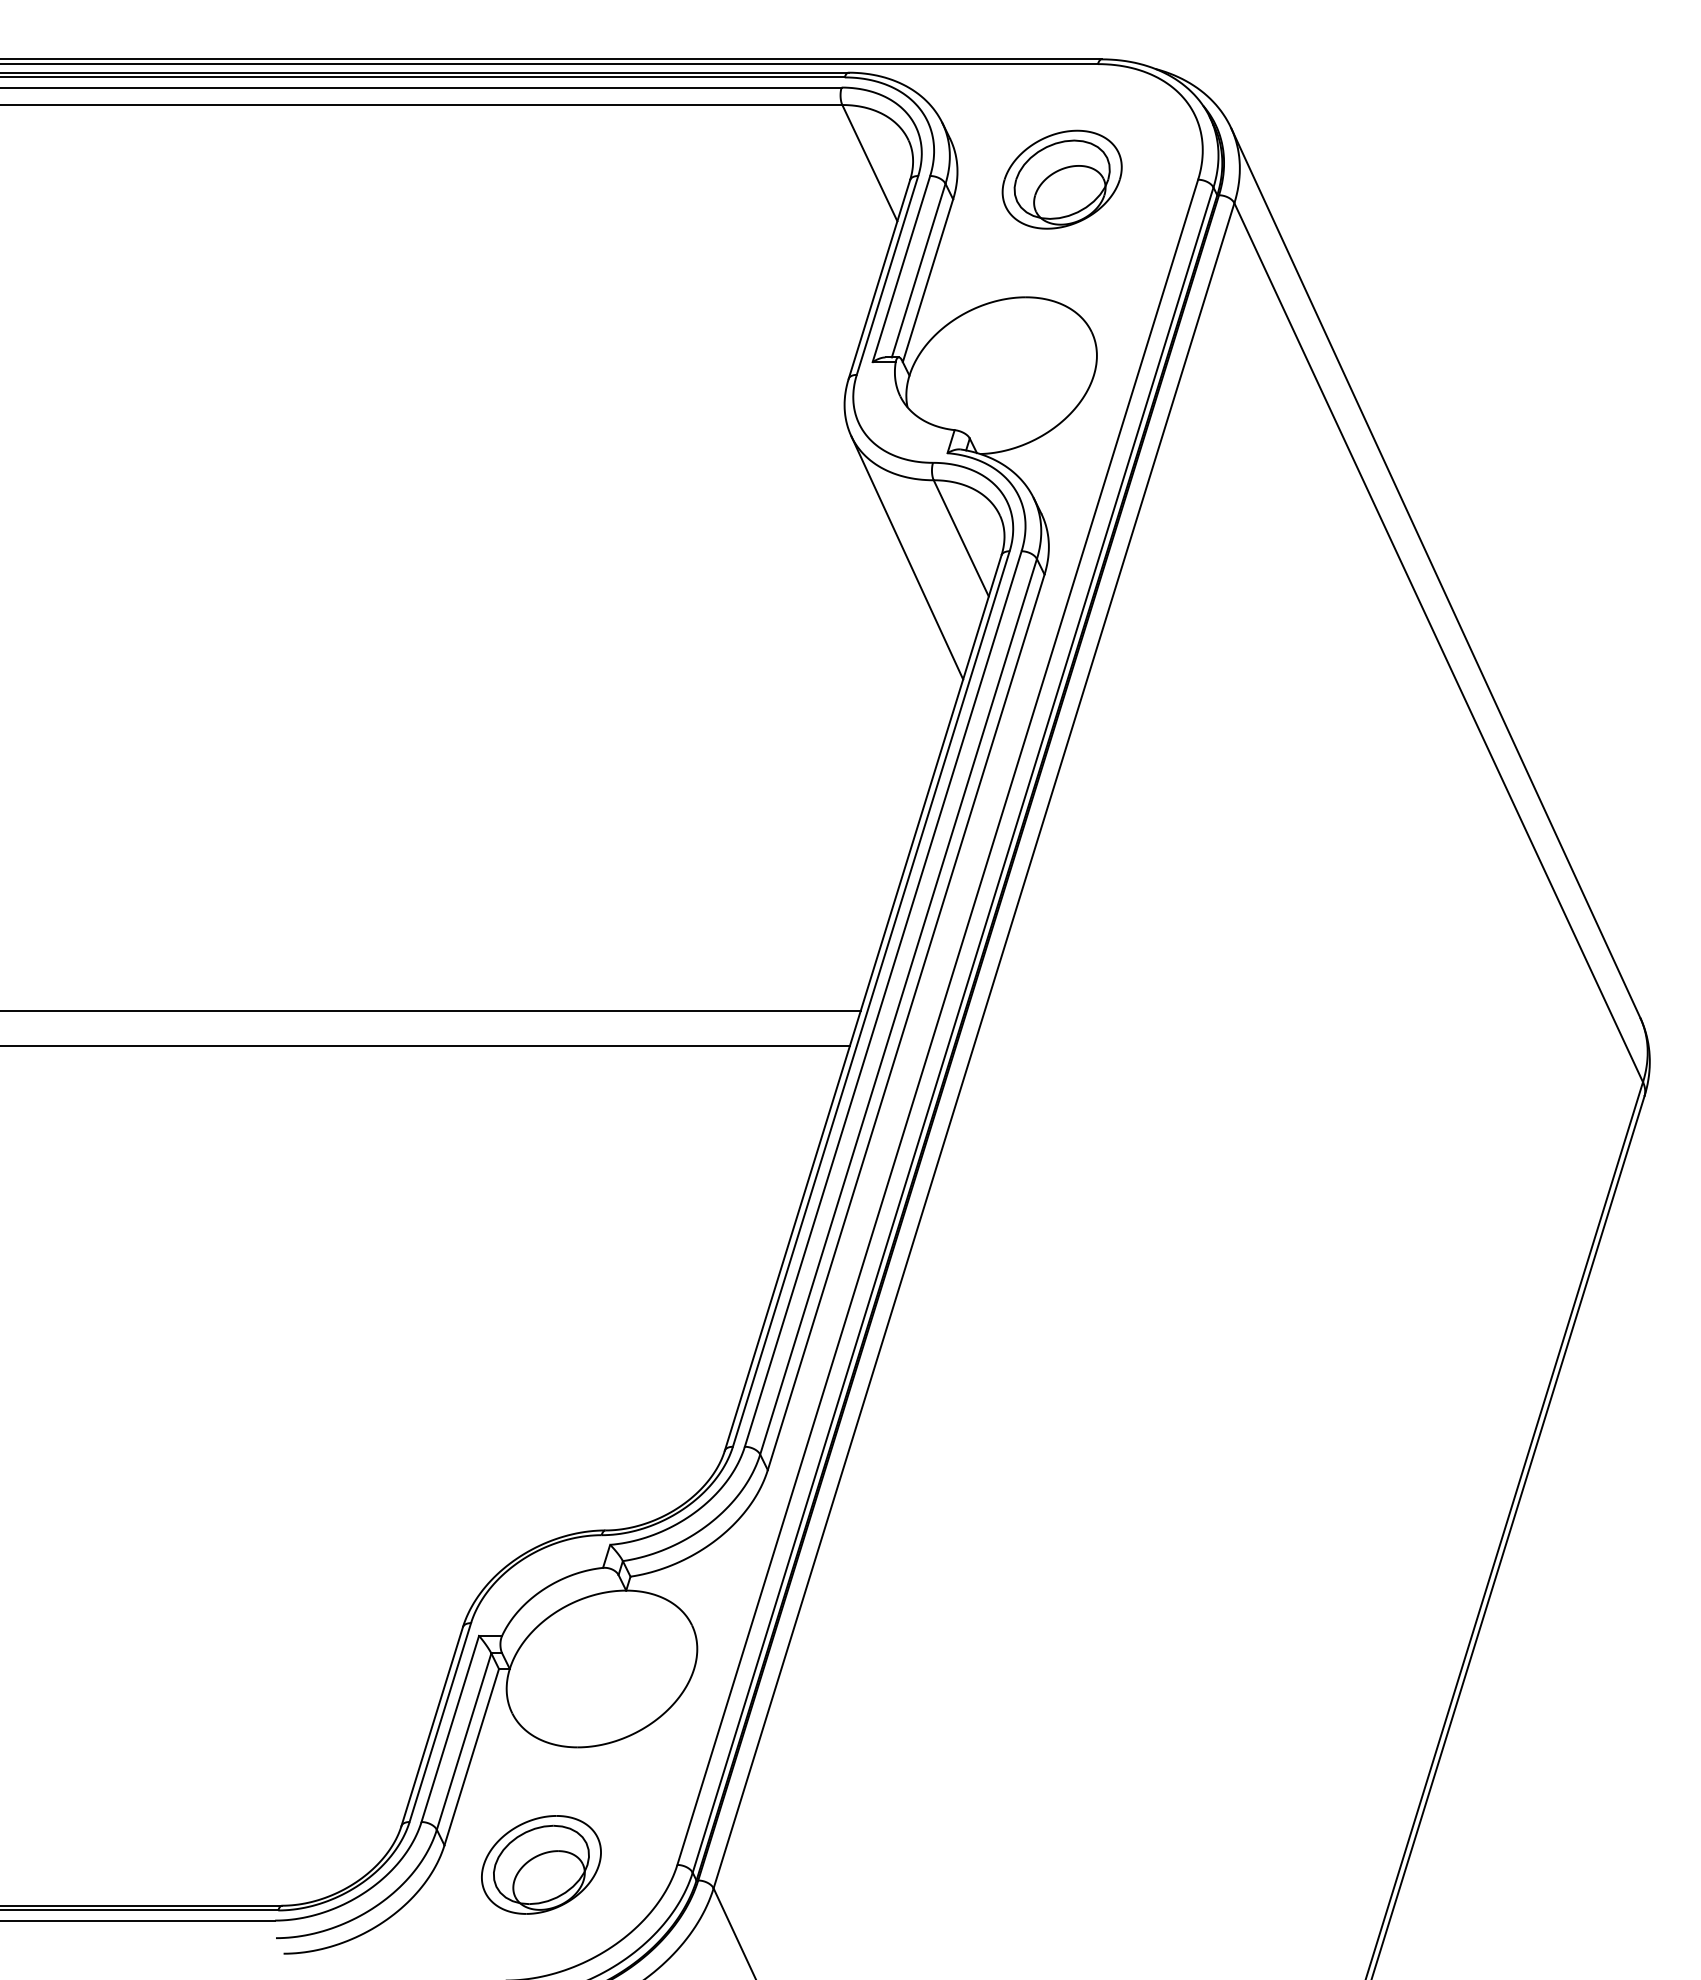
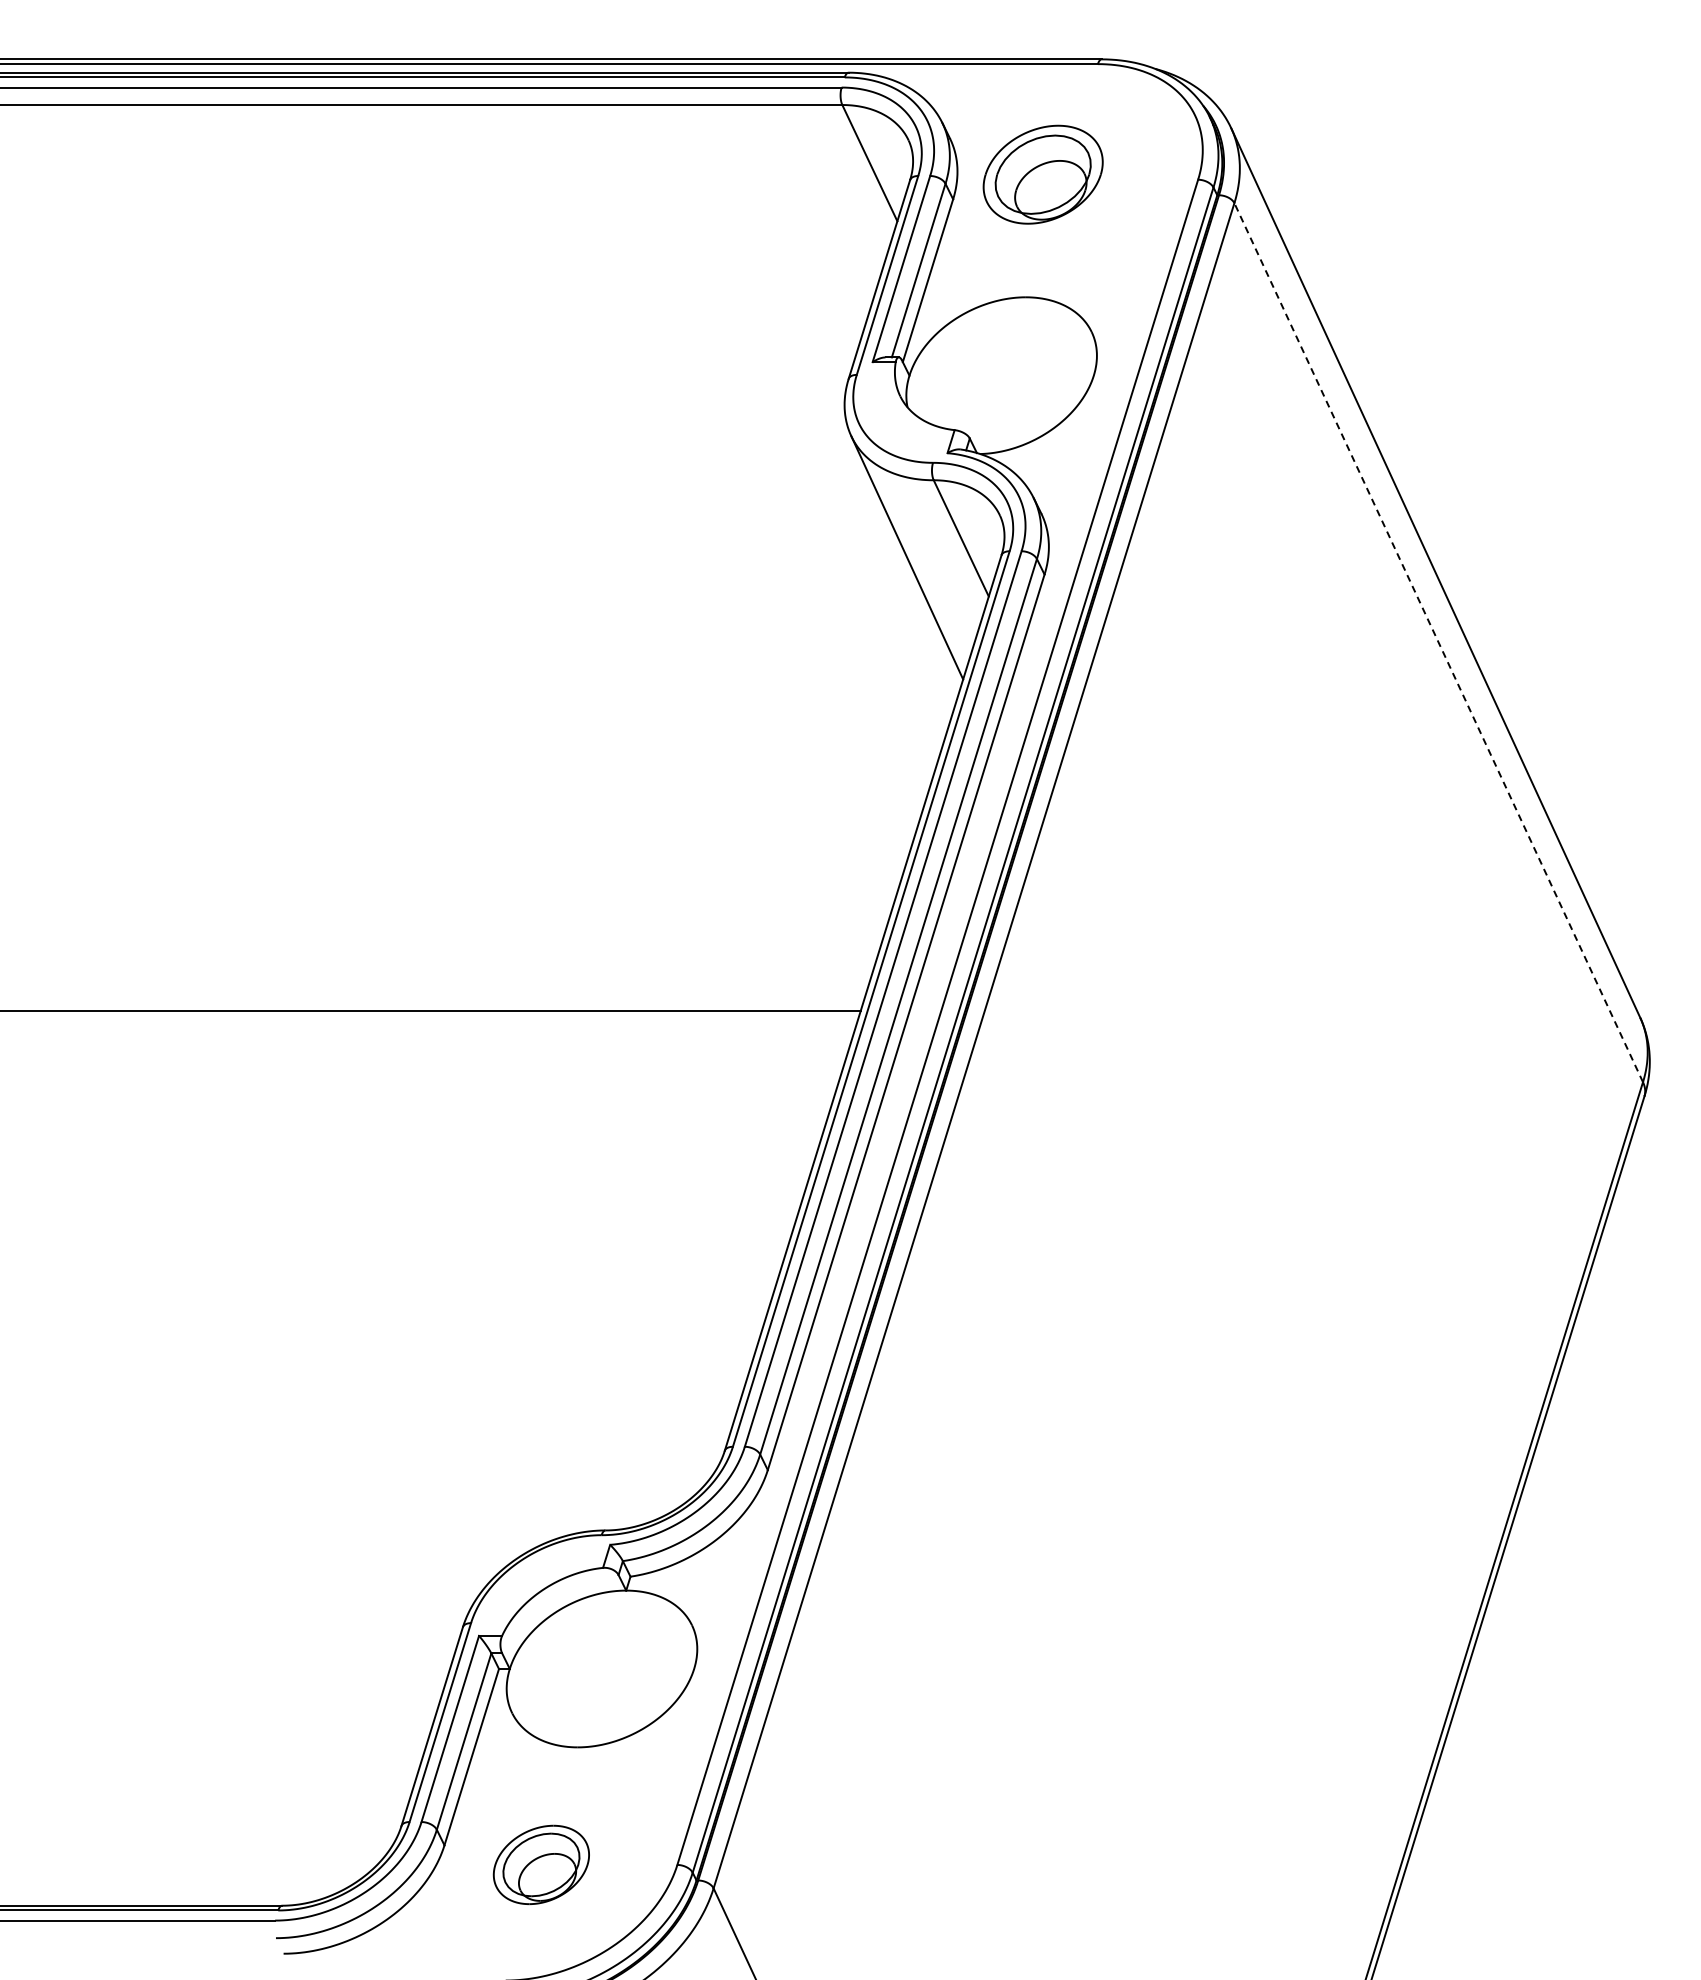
part at (1061, 179) position: (1061, 179) -> (1042, 174)
line at (1438, 642): solid -> dashed
line at (425, 1046): present -> none
part at (541, 1864) size: 121x100 px -> 98x81 px
